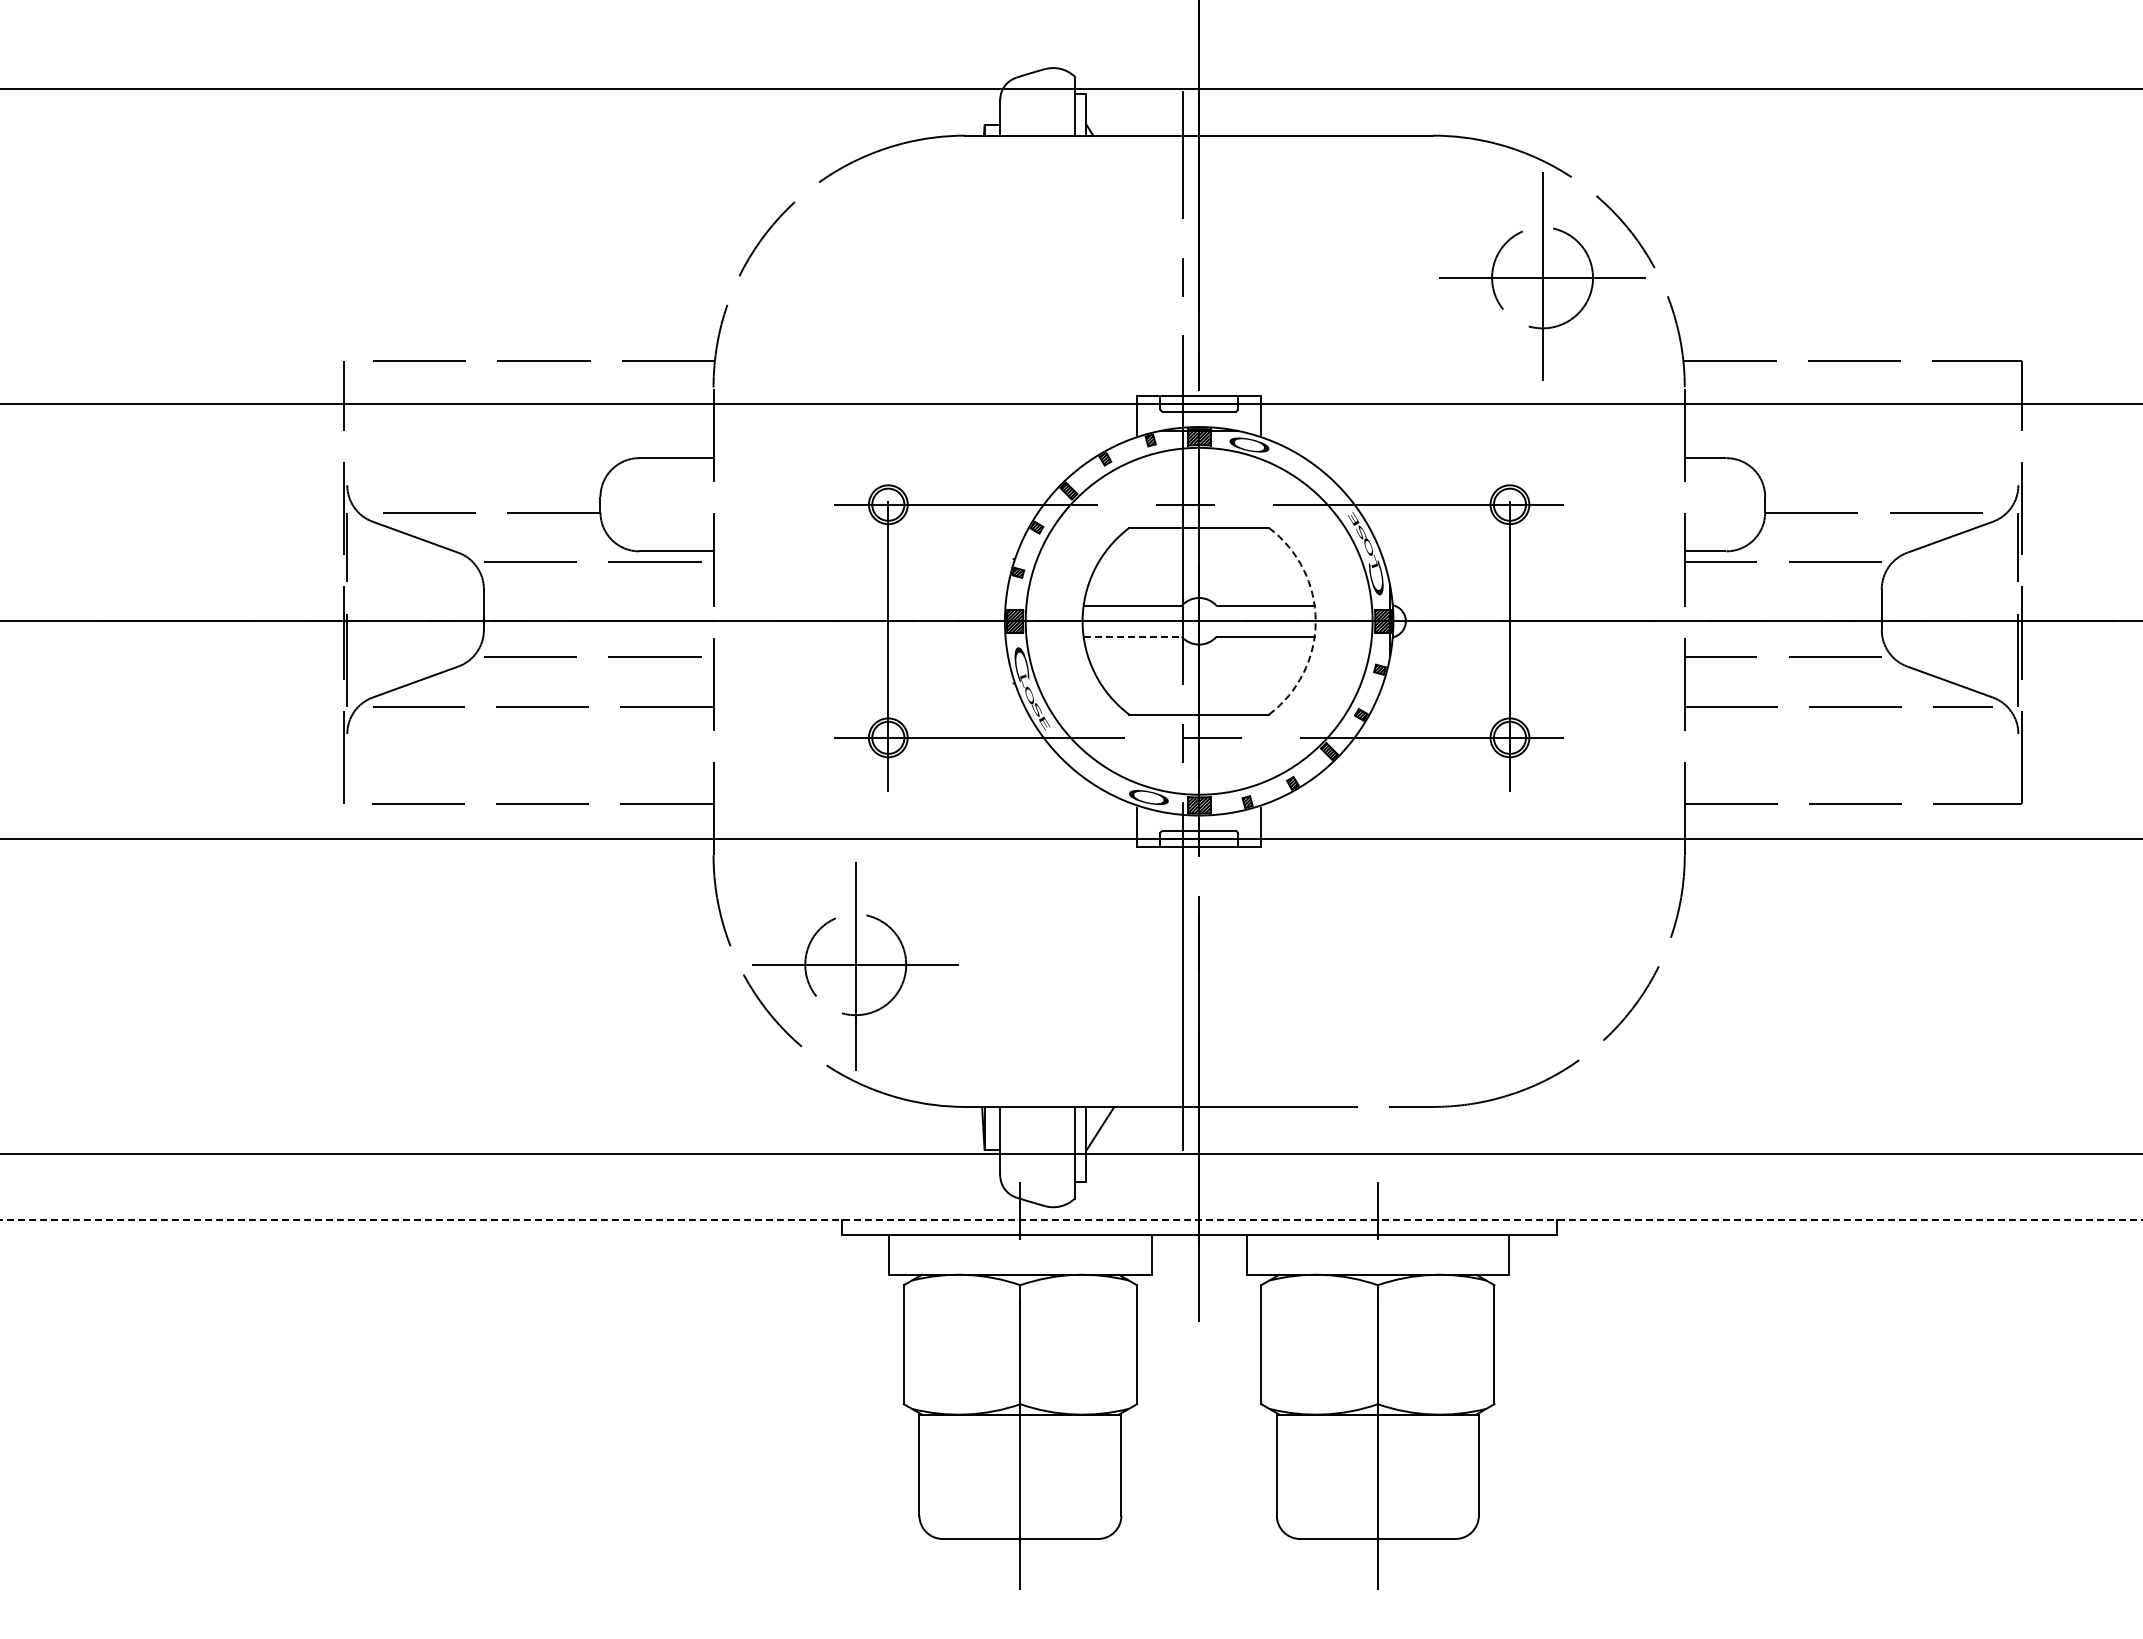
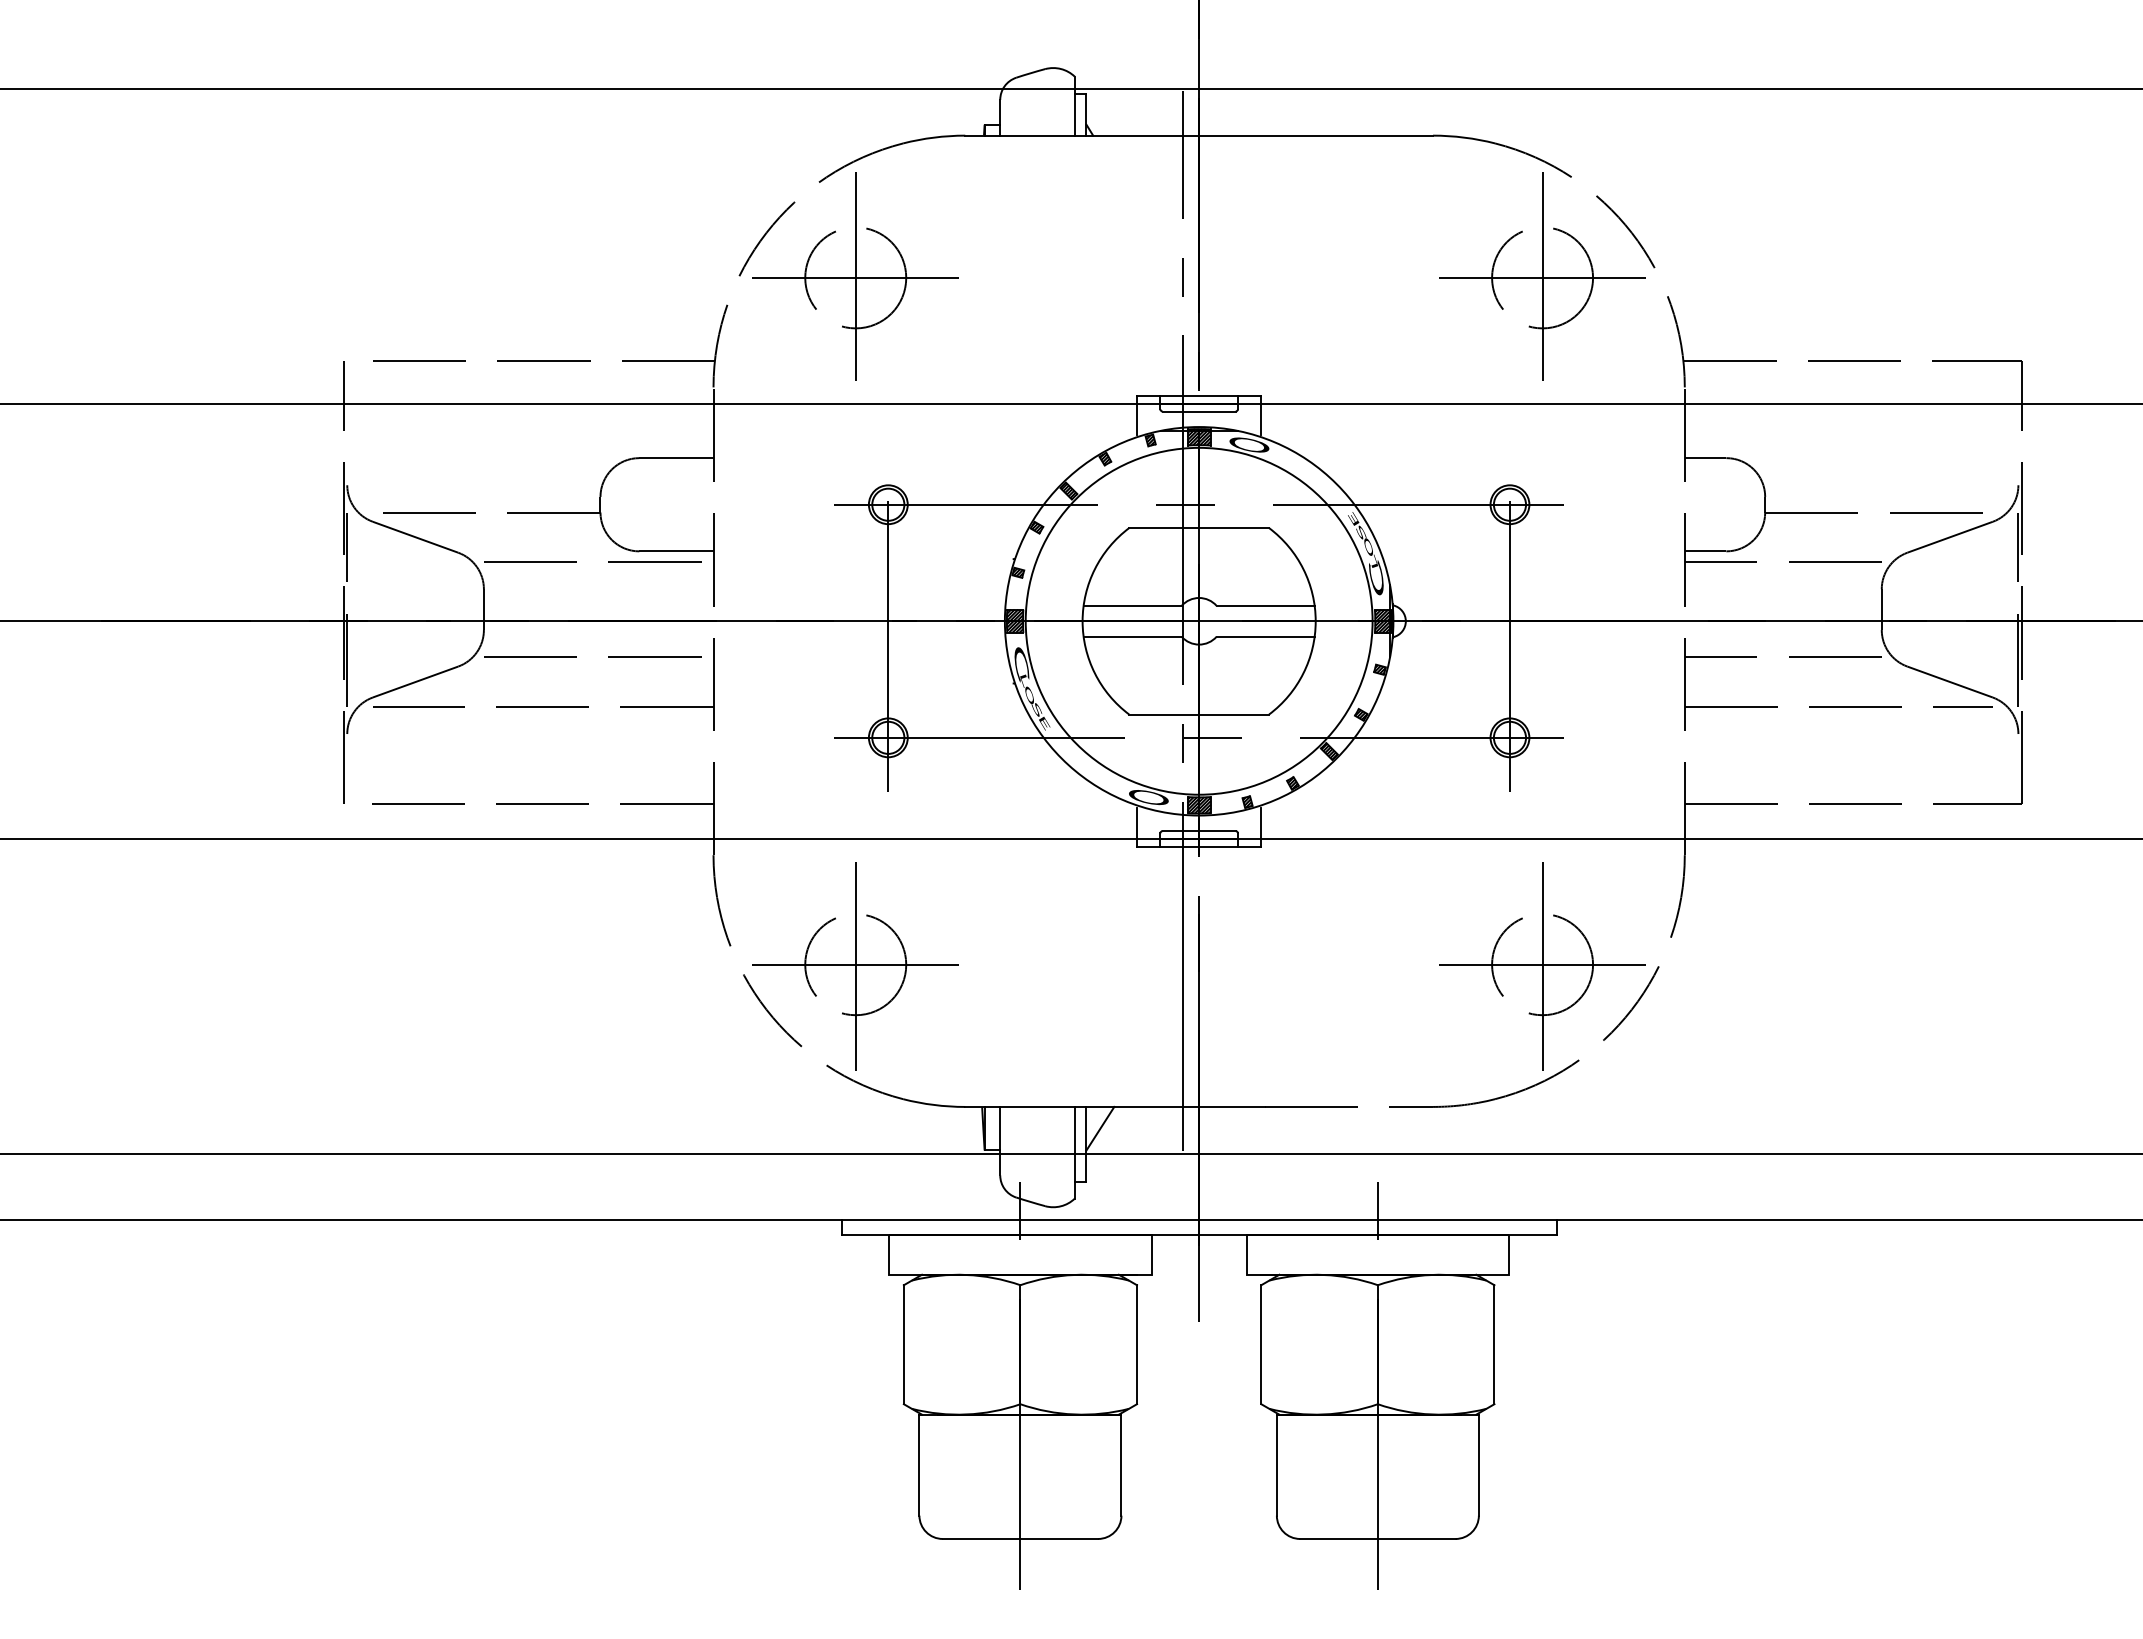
part at (855, 276): none -> present
arc at (1315, 621): dashed -> solid
line at (1133, 636): dashed -> solid
part at (1542, 966): none -> present
line at (1071, 1219): dashed -> solid
